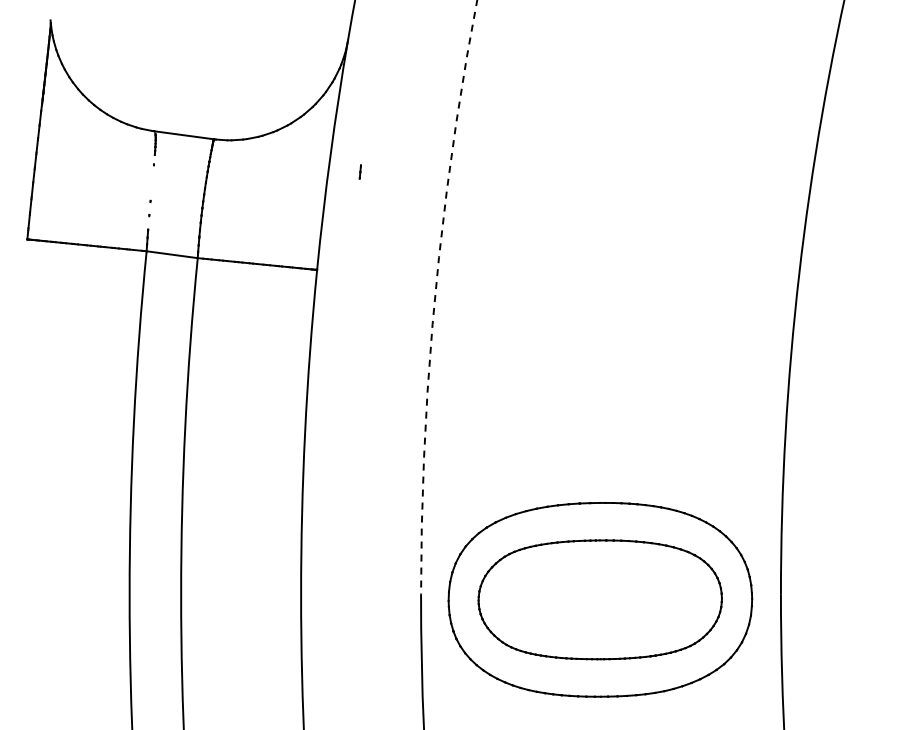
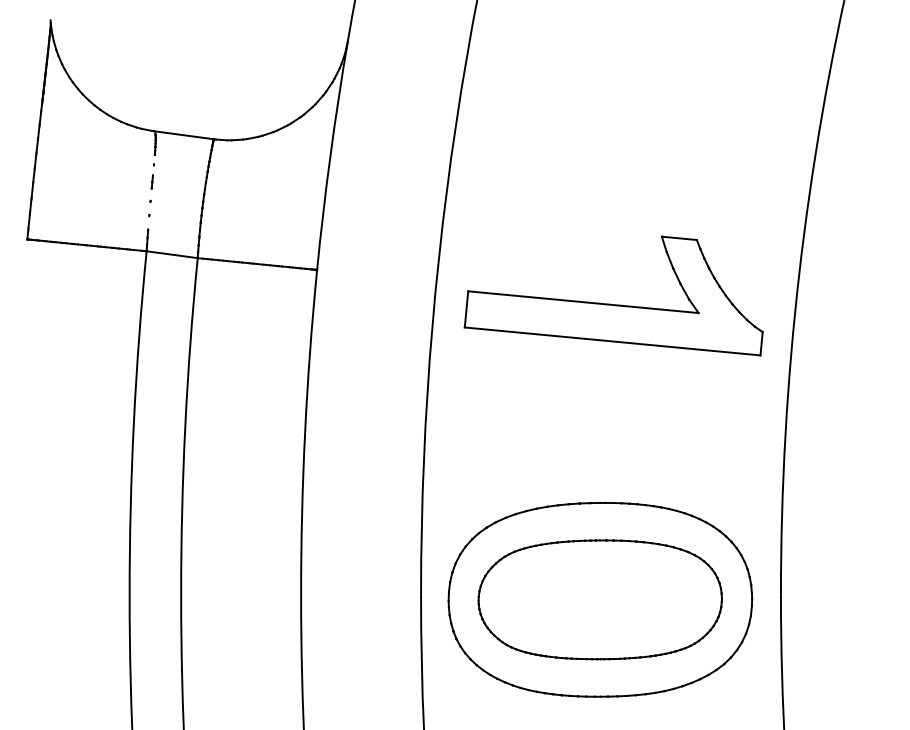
line at (359, 171) position: (359, 171) -> (151, 181)
arc at (435, 296): dashed -> solid
part at (611, 303): none -> present
